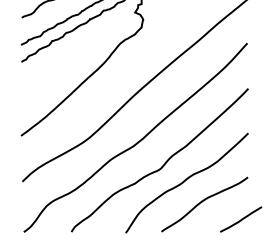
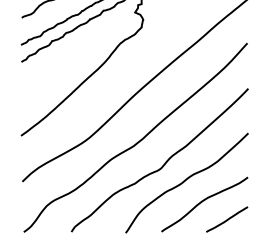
curve at (241, 219) position: (241, 219) -> (227, 219)
